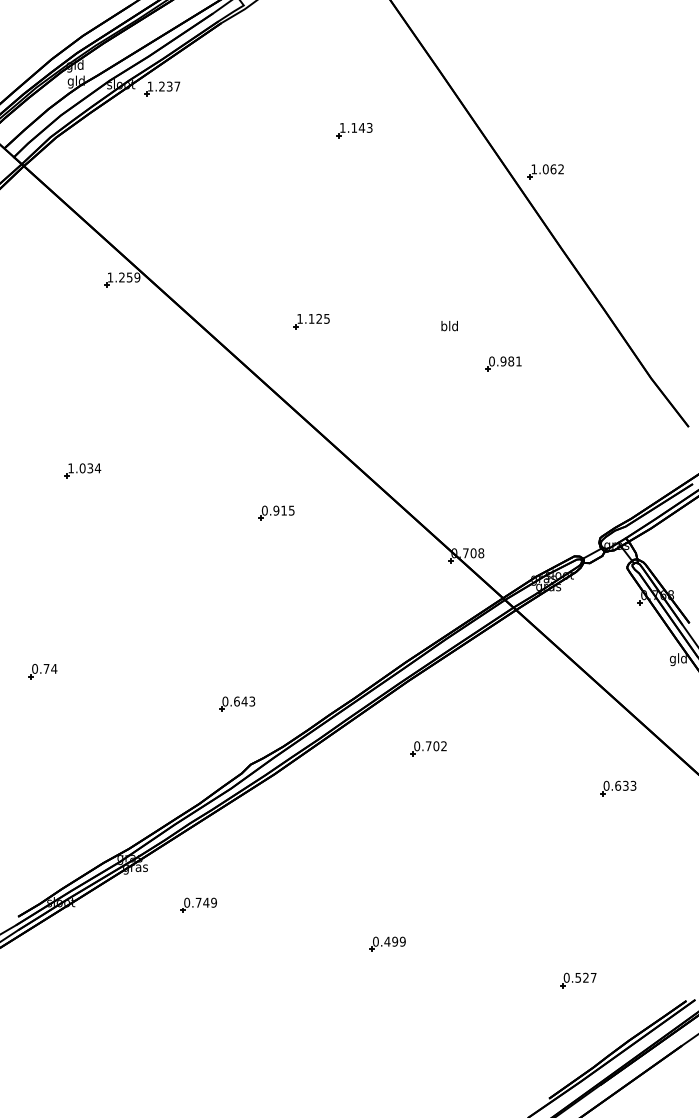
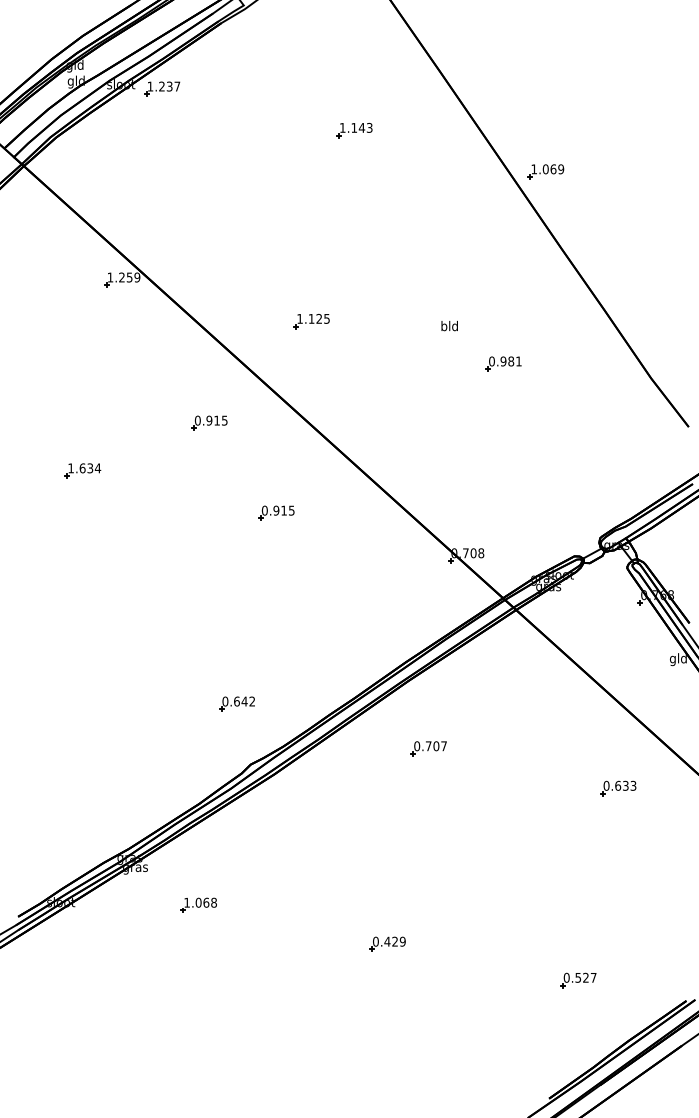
text at (561, 169): 1.062 -> 1.069
part at (209, 422): none -> present
text at (82, 467): 1.034 -> 1.634
part at (42, 671): present -> none
text at (252, 701): 0.643 -> 0.642
text at (443, 746): 0.702 -> 0.707
text at (200, 902): 0.749 -> 1.068
text at (395, 941): 0.499 -> 0.429
